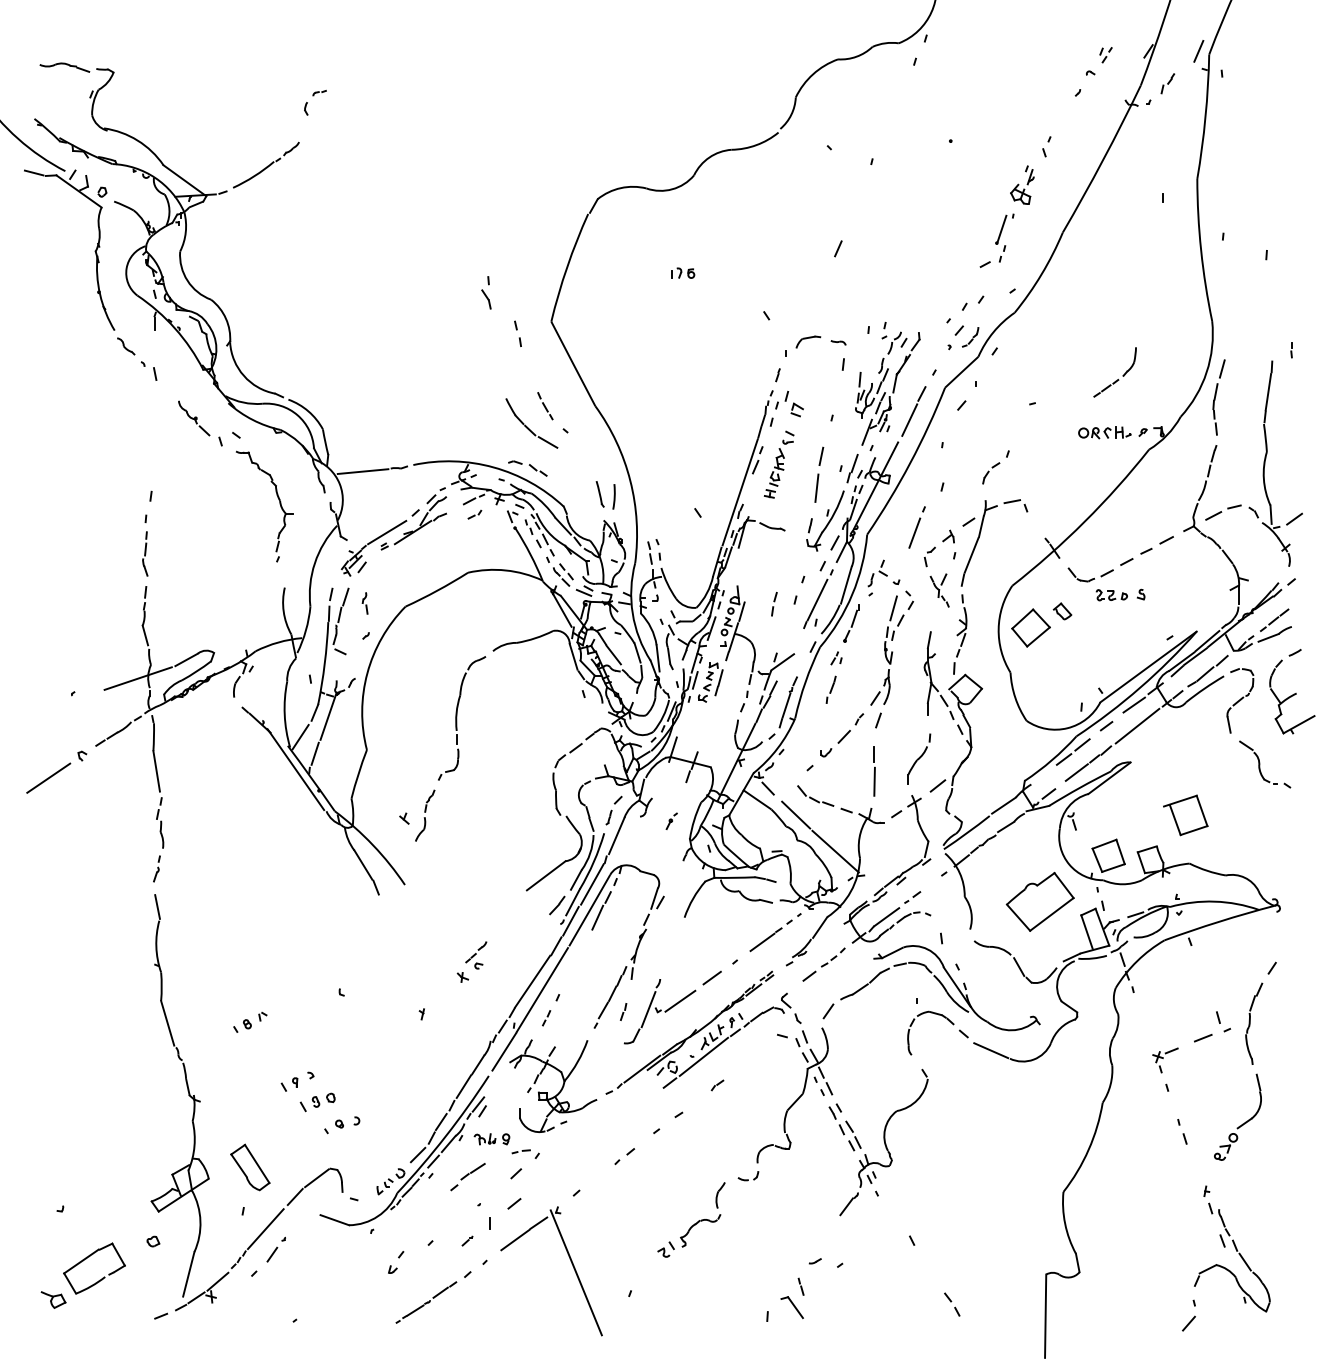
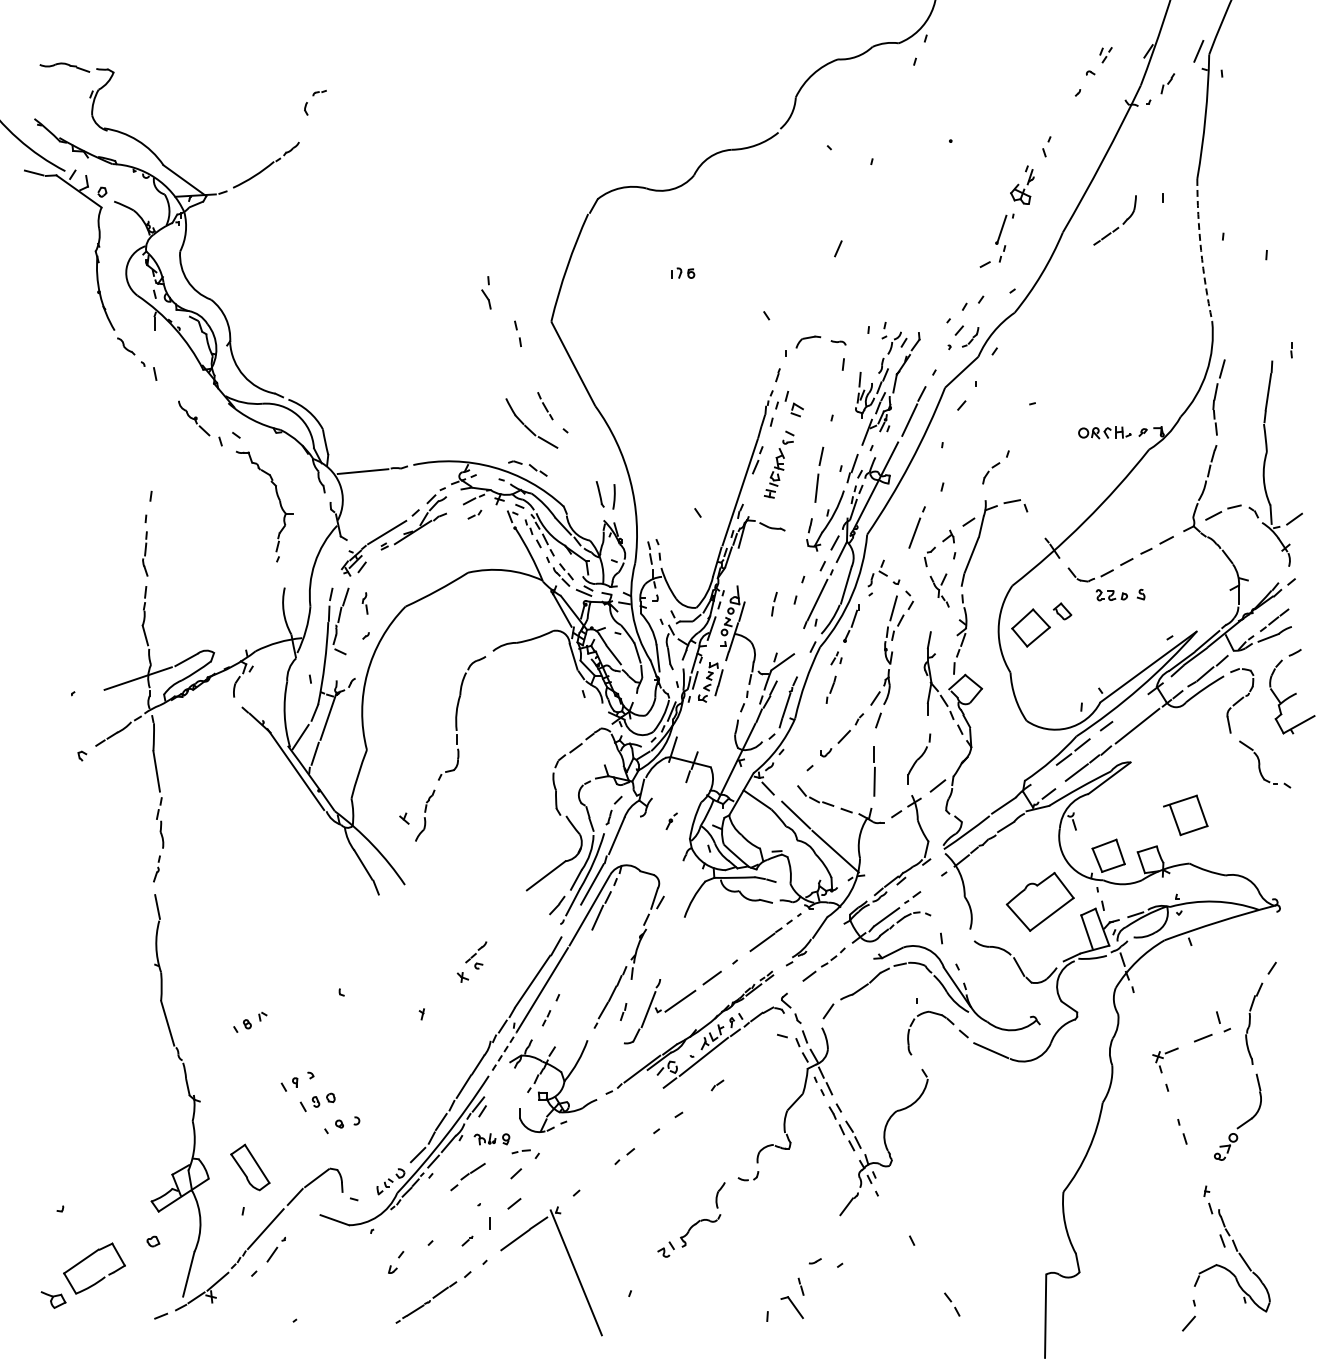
arc at (1201, 250): solid -> dashed
part at (1118, 378) position: (1118, 378) -> (1118, 226)
line at (1133, 704): present -> none
line at (48, 777): present -> none
line at (570, 921): present -> none
line at (504, 1051): solid -> dashed
